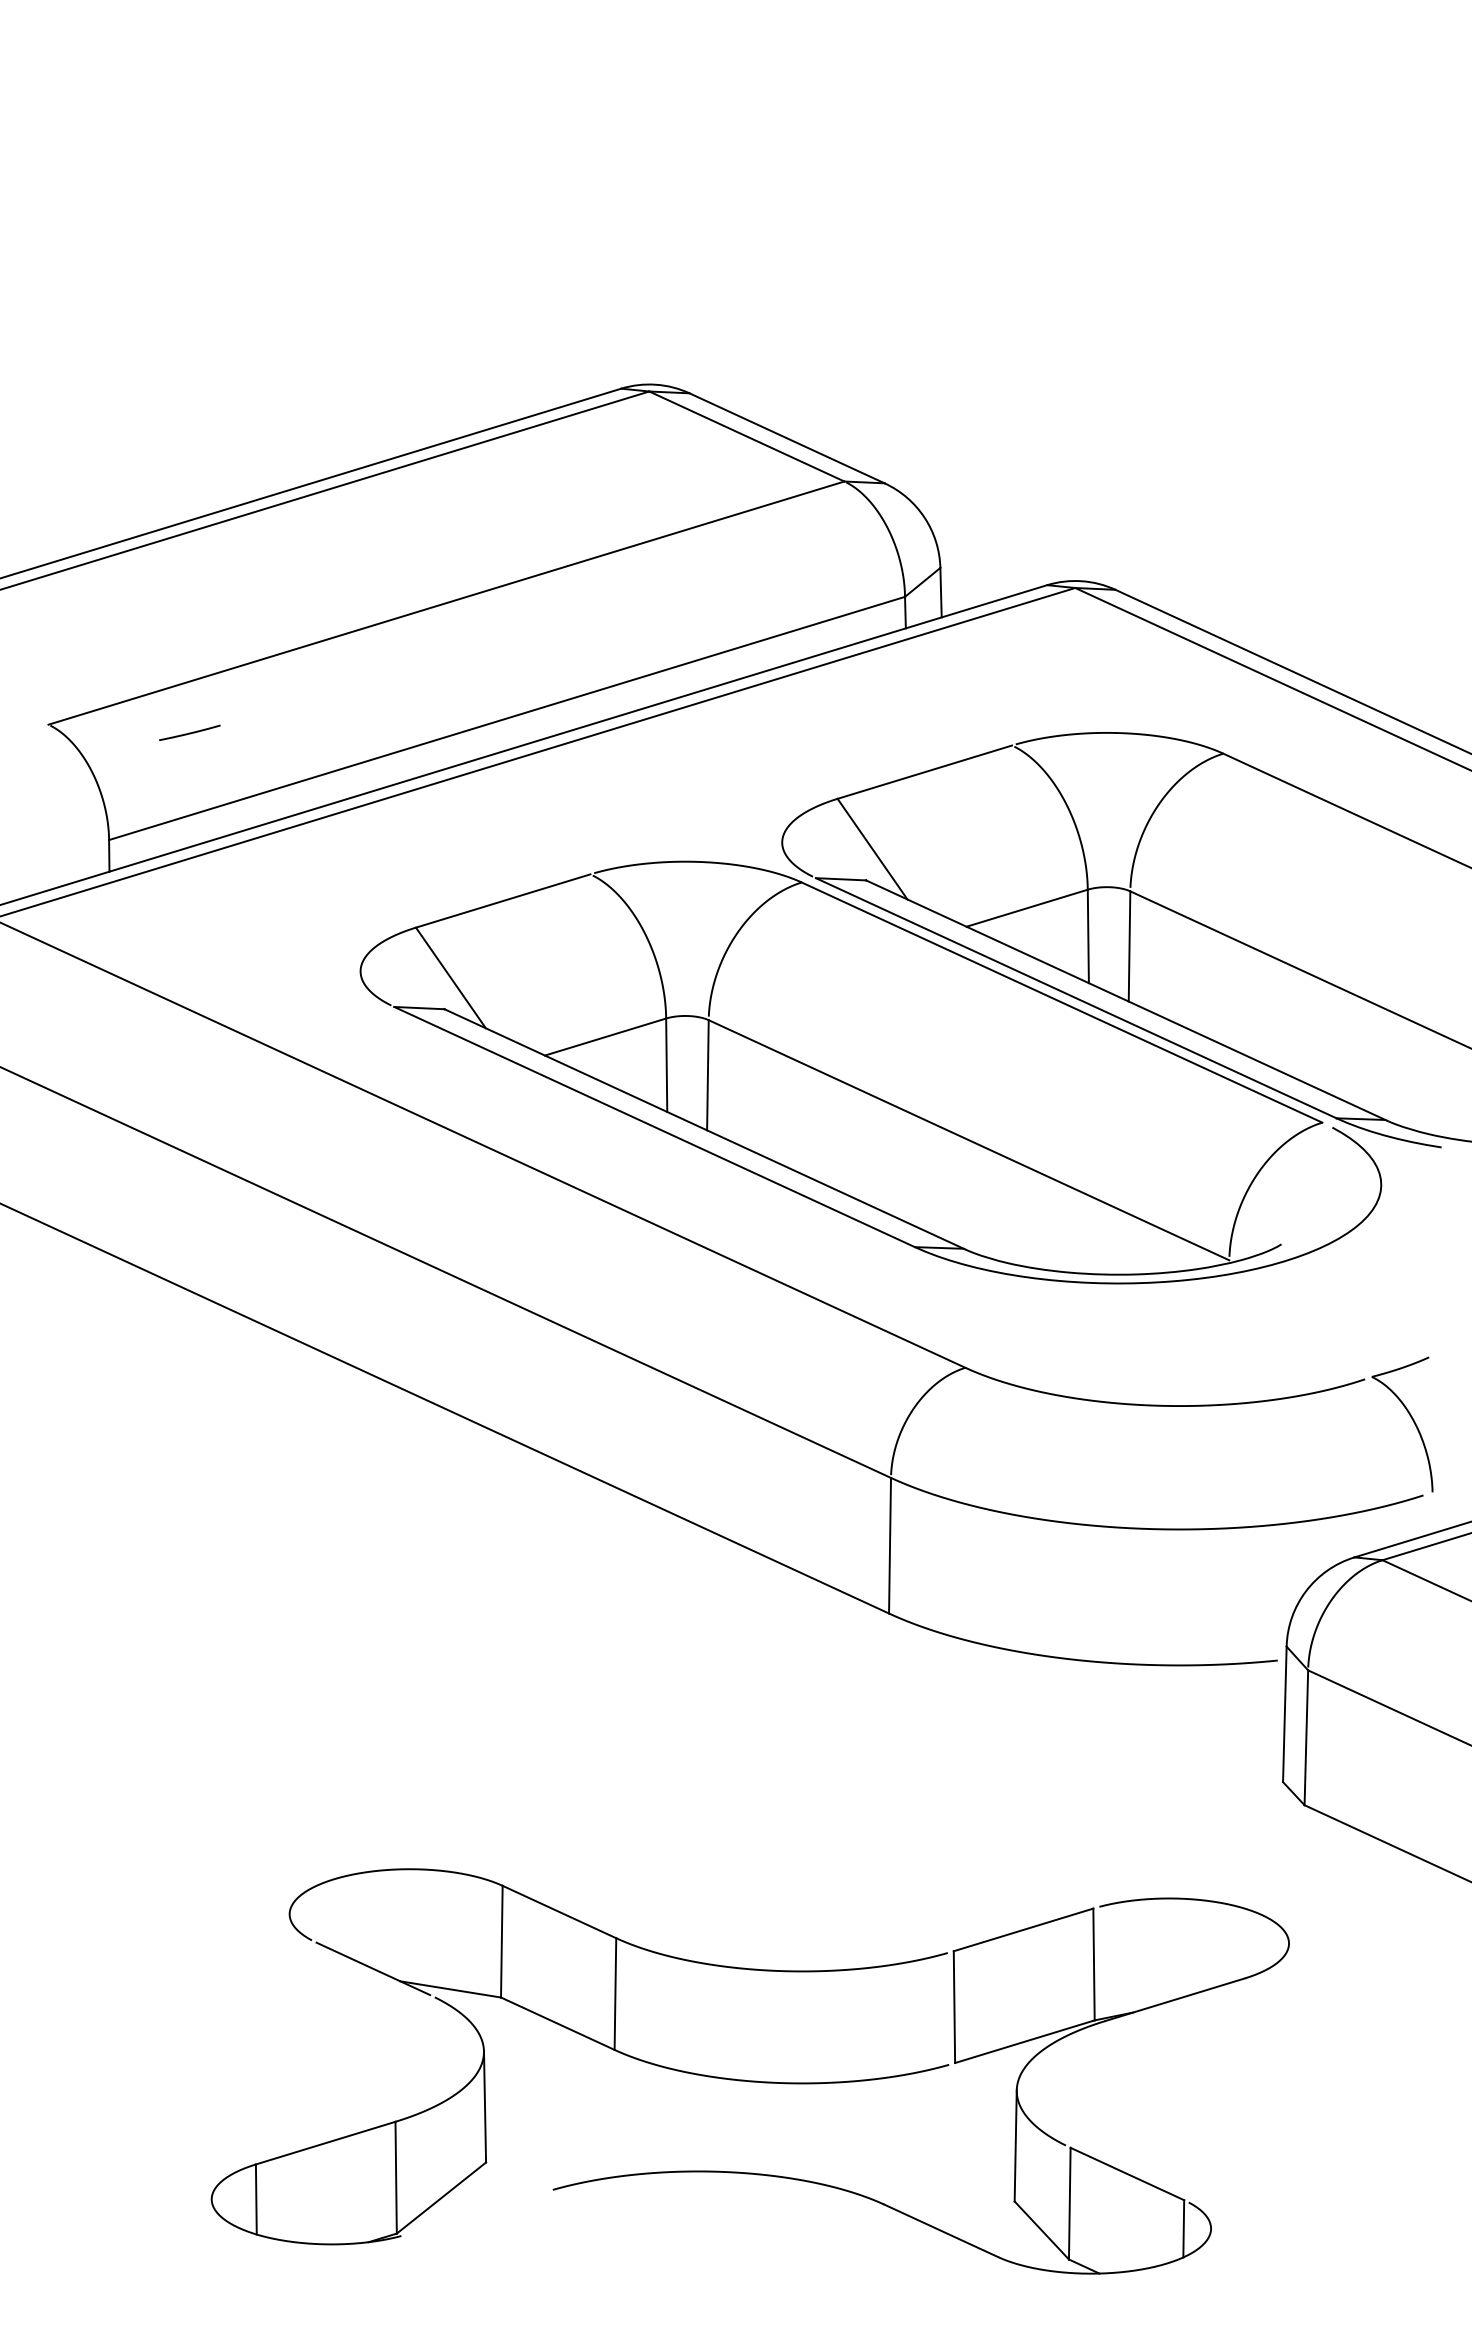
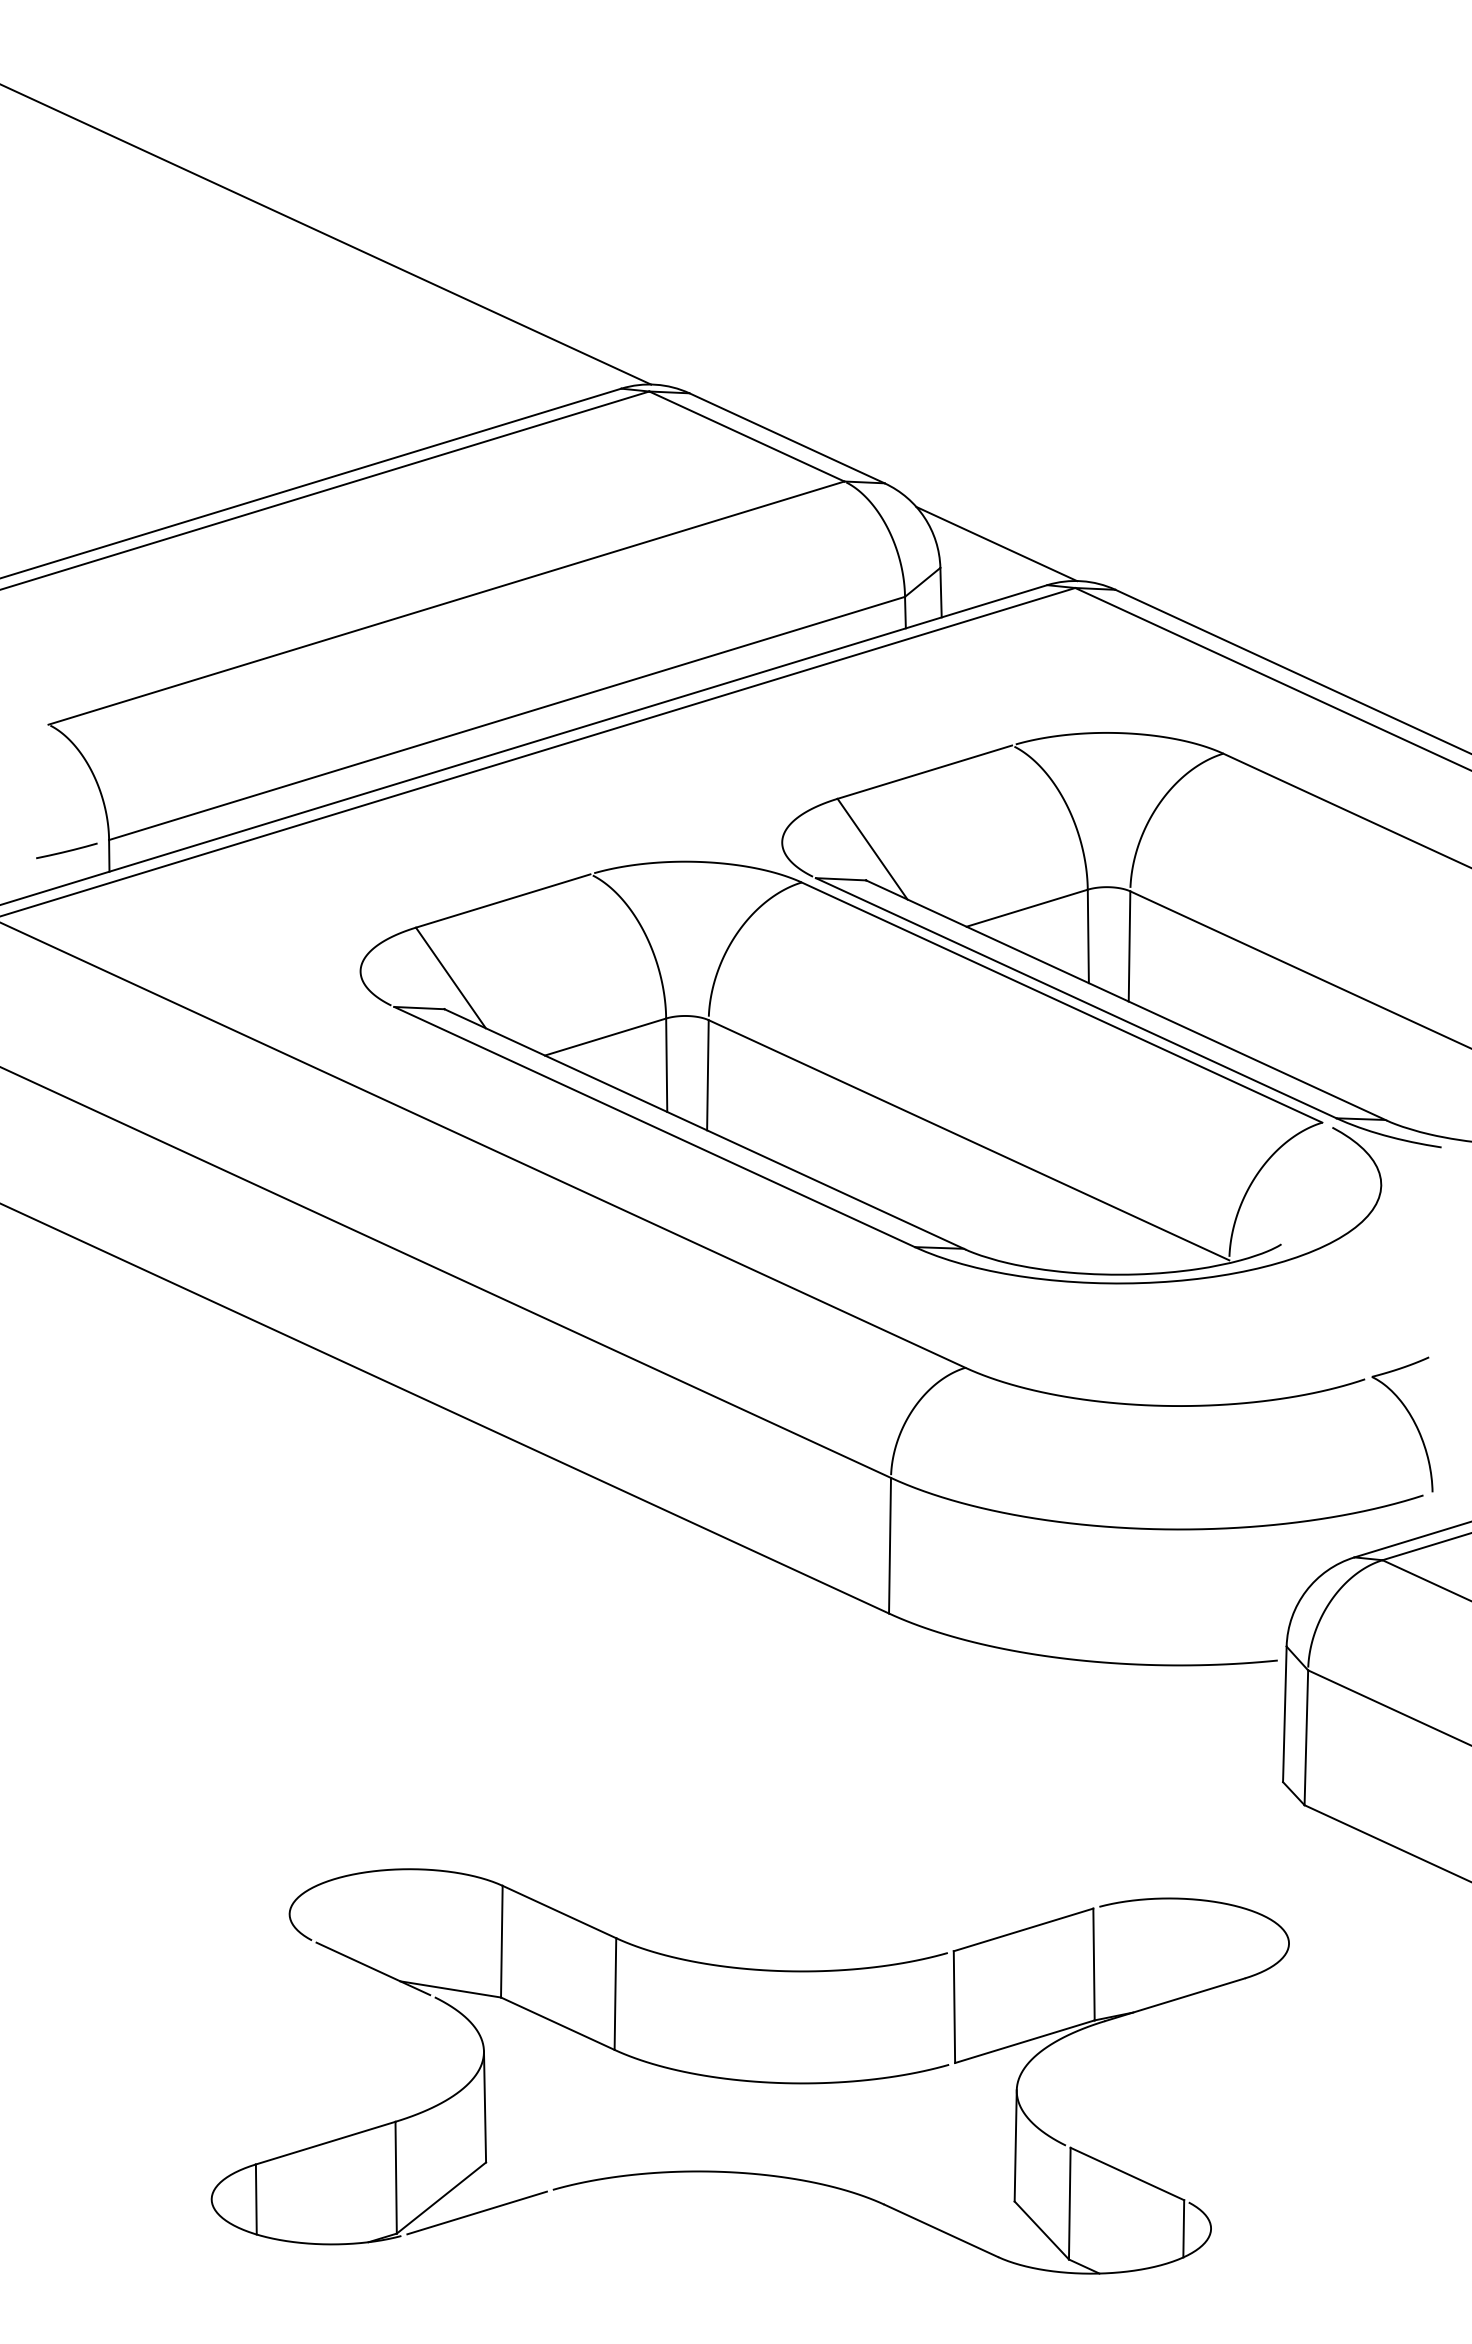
line at (326, 234): none -> present
line at (996, 544): none -> present
line at (189, 732) position: (189, 732) -> (66, 850)
line at (476, 2212): none -> present
